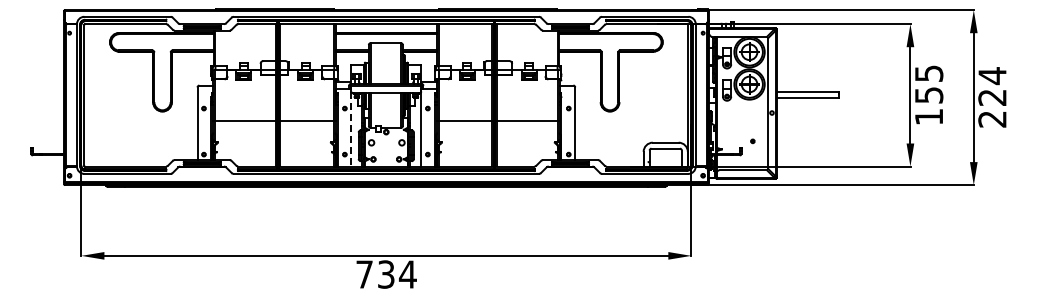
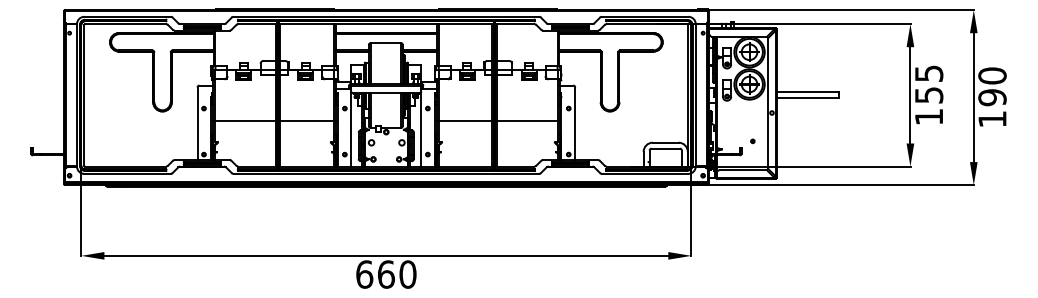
text at (992, 97): 224 -> 190
line at (351, 129): dashed -> solid
text at (386, 274): 734 -> 660
